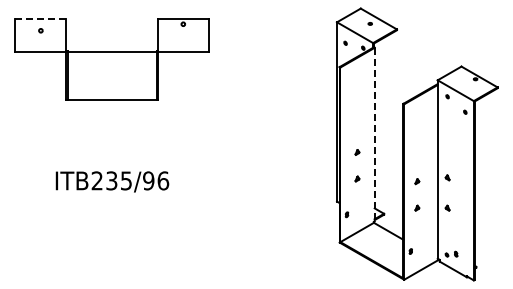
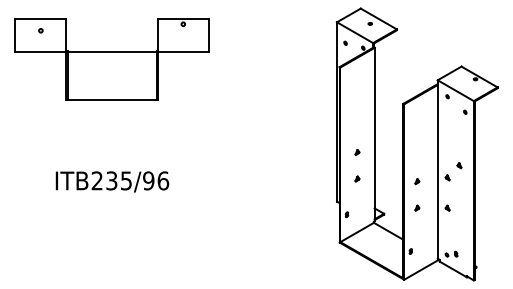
line at (40, 18): dashed -> solid
line at (374, 134): dashed -> solid
part at (459, 165): none -> present
